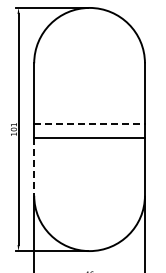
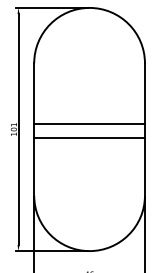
line at (90, 123): dashed -> solid
line at (34, 166): dashed -> solid
